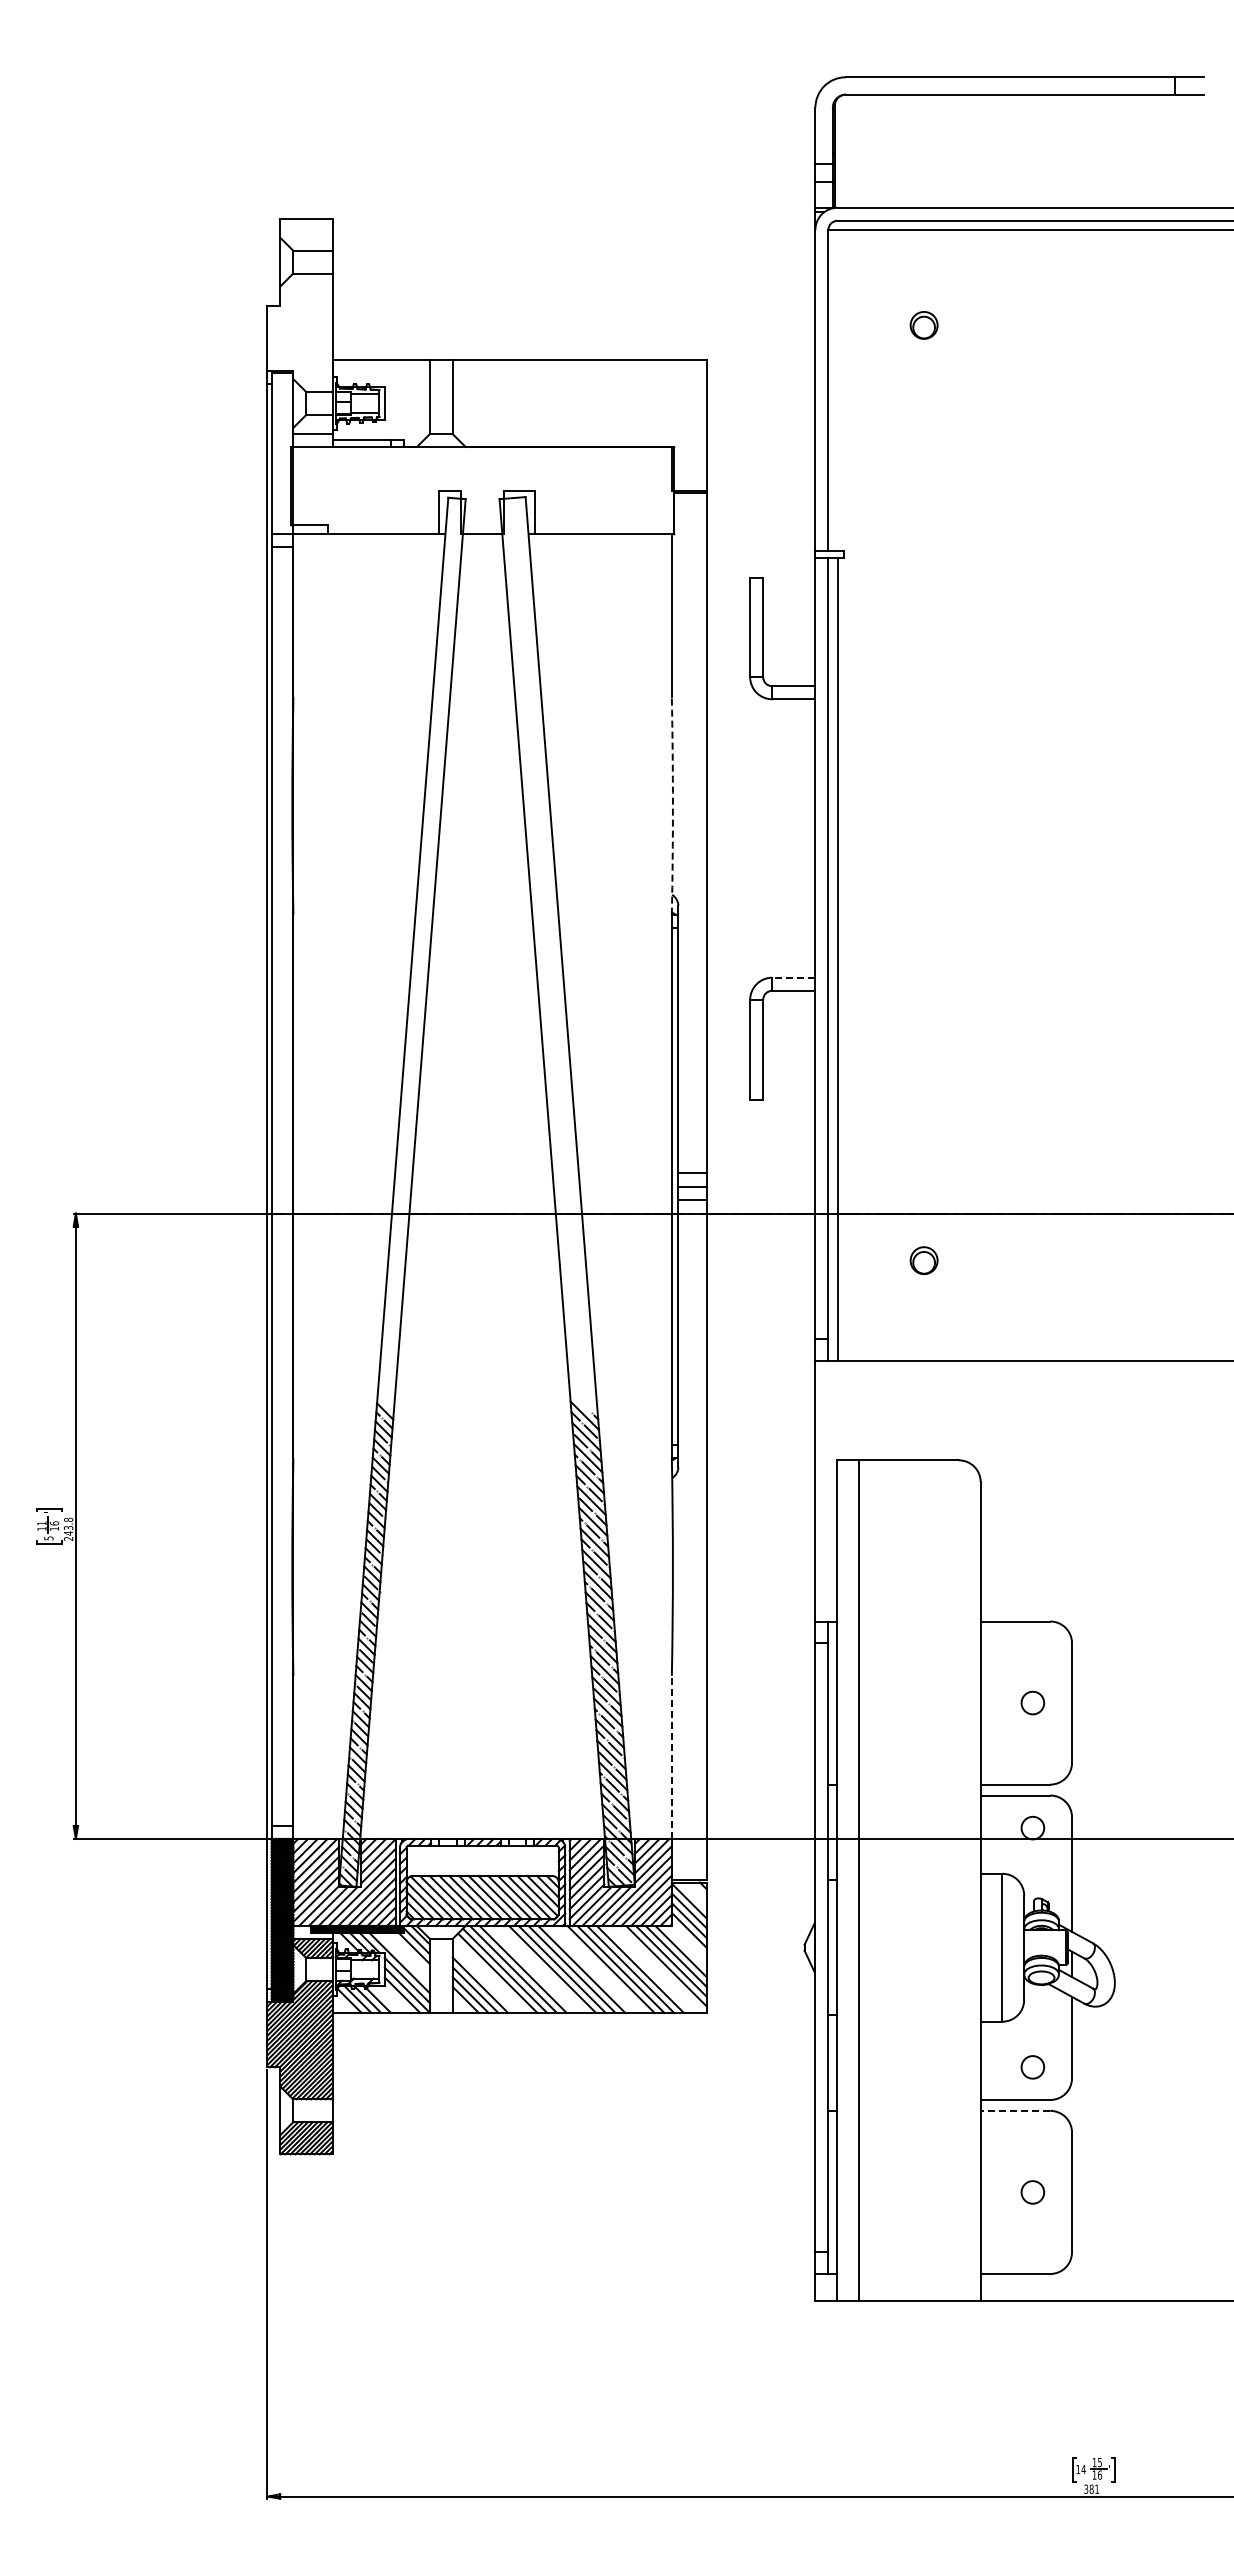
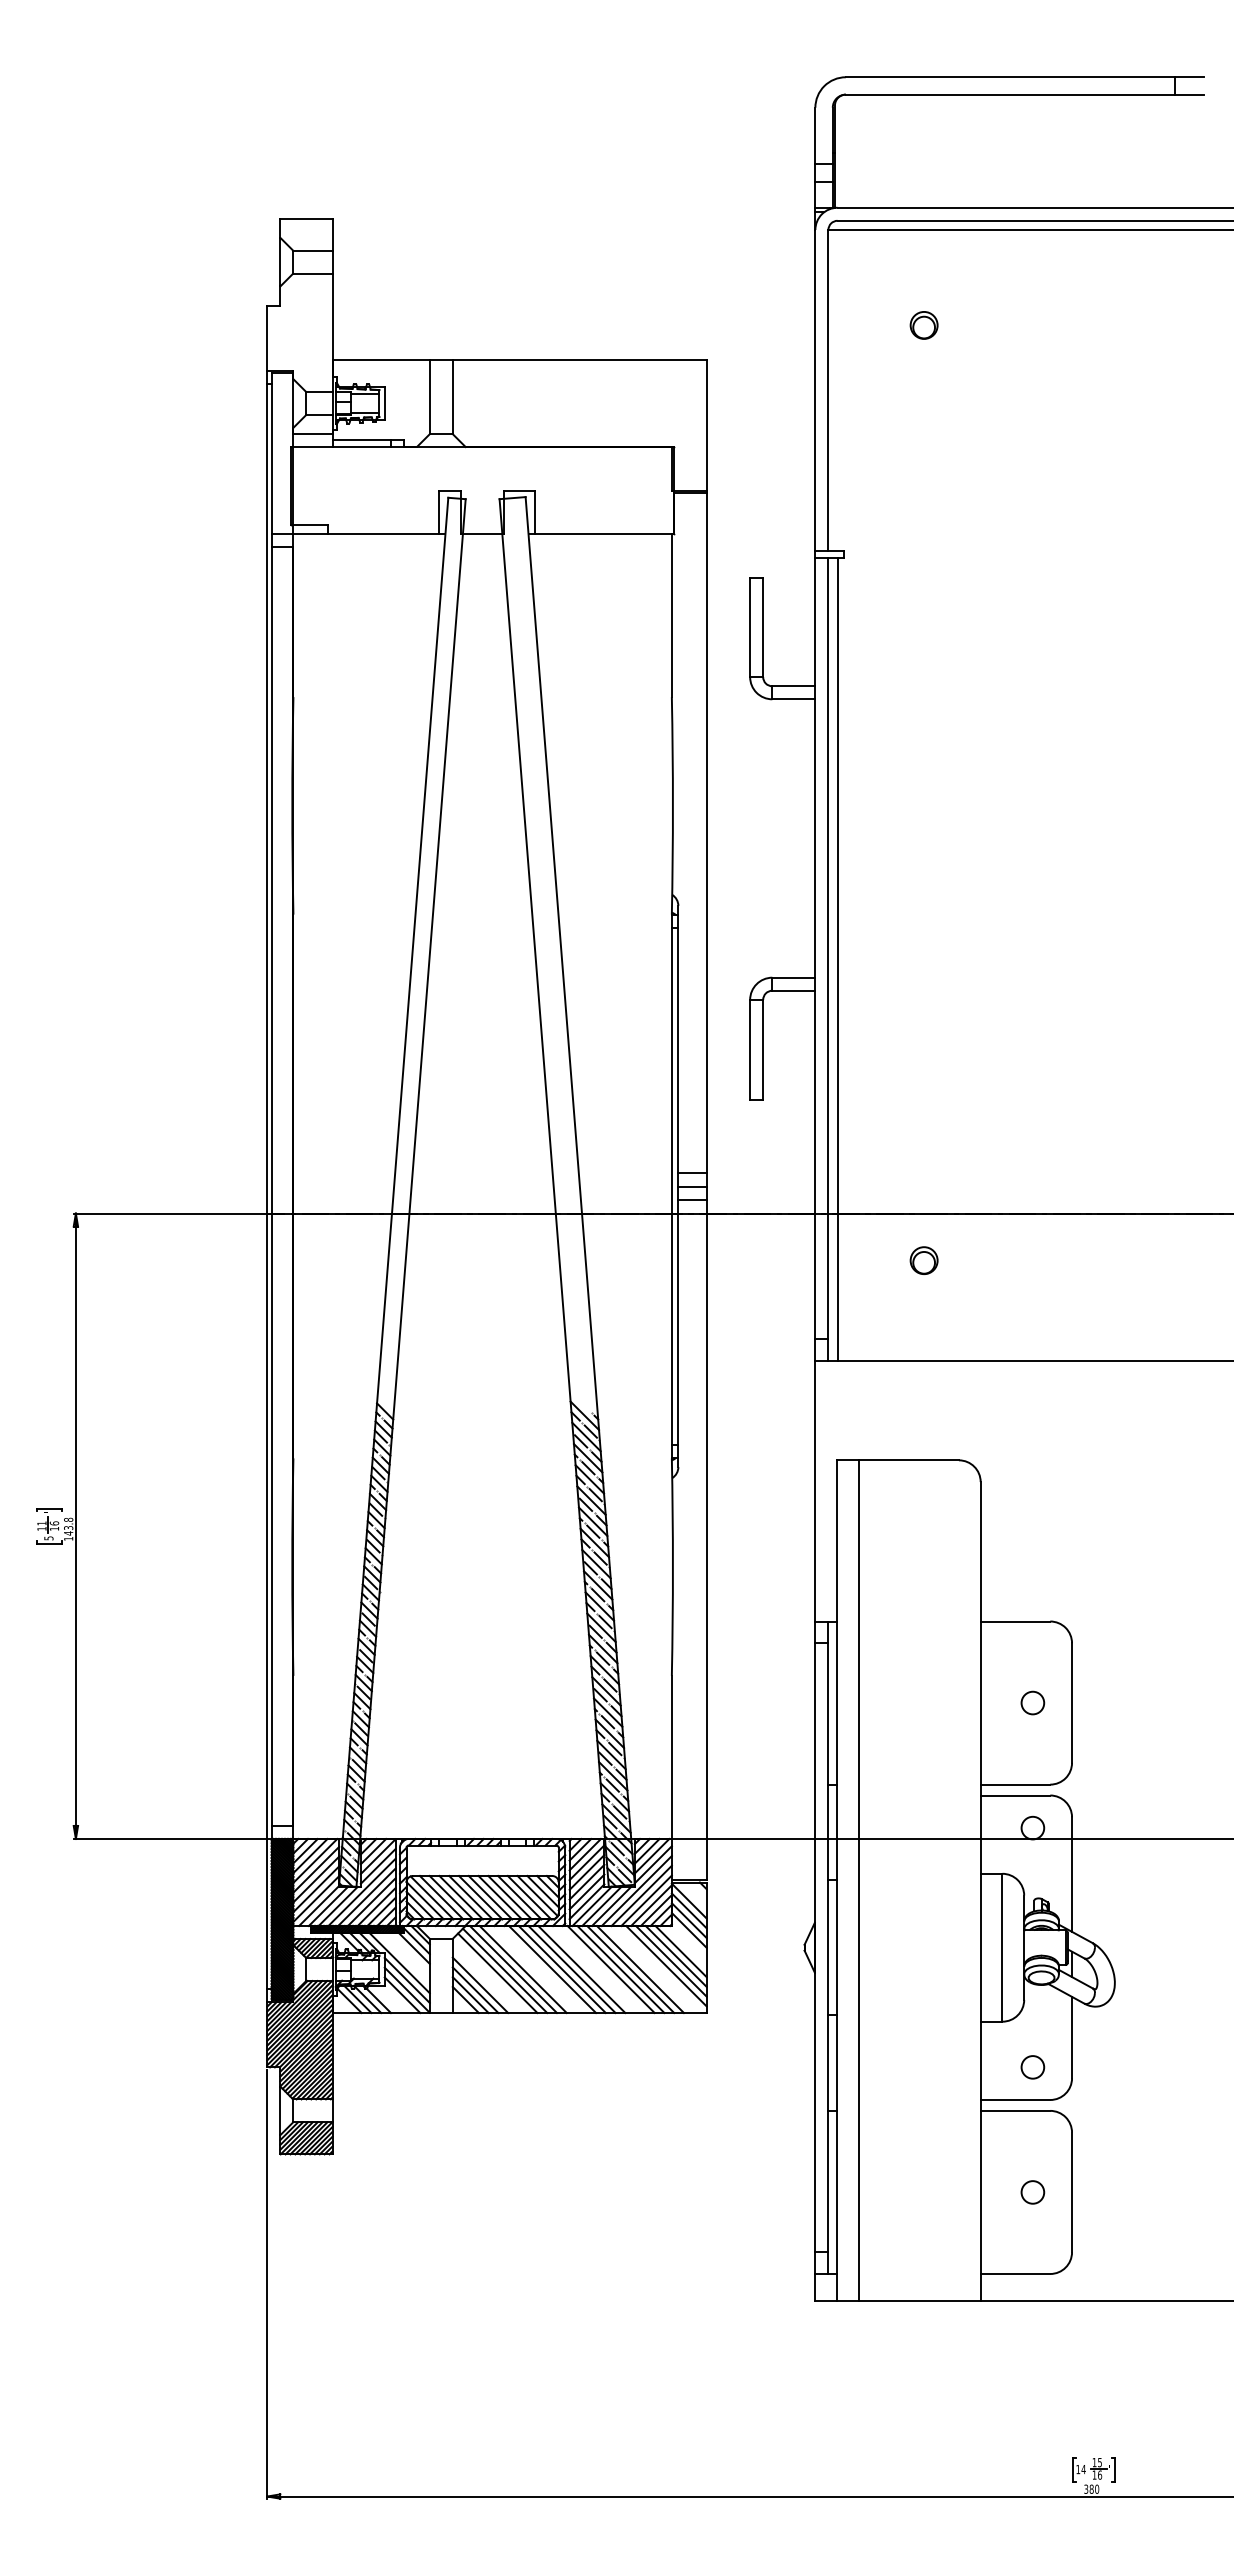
arc at (672, 805): dashed -> solid
line at (793, 977): dashed -> solid
text at (68, 1538): 243.8 -> 143.8
line at (671, 1757): dashed -> solid
line at (1015, 2110): dashed -> solid
text at (1097, 2488): 381 -> 380
